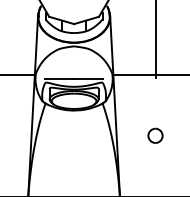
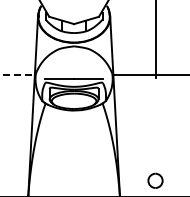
line at (17, 74): solid -> dashed
part at (155, 135) position: (155, 135) -> (155, 180)
